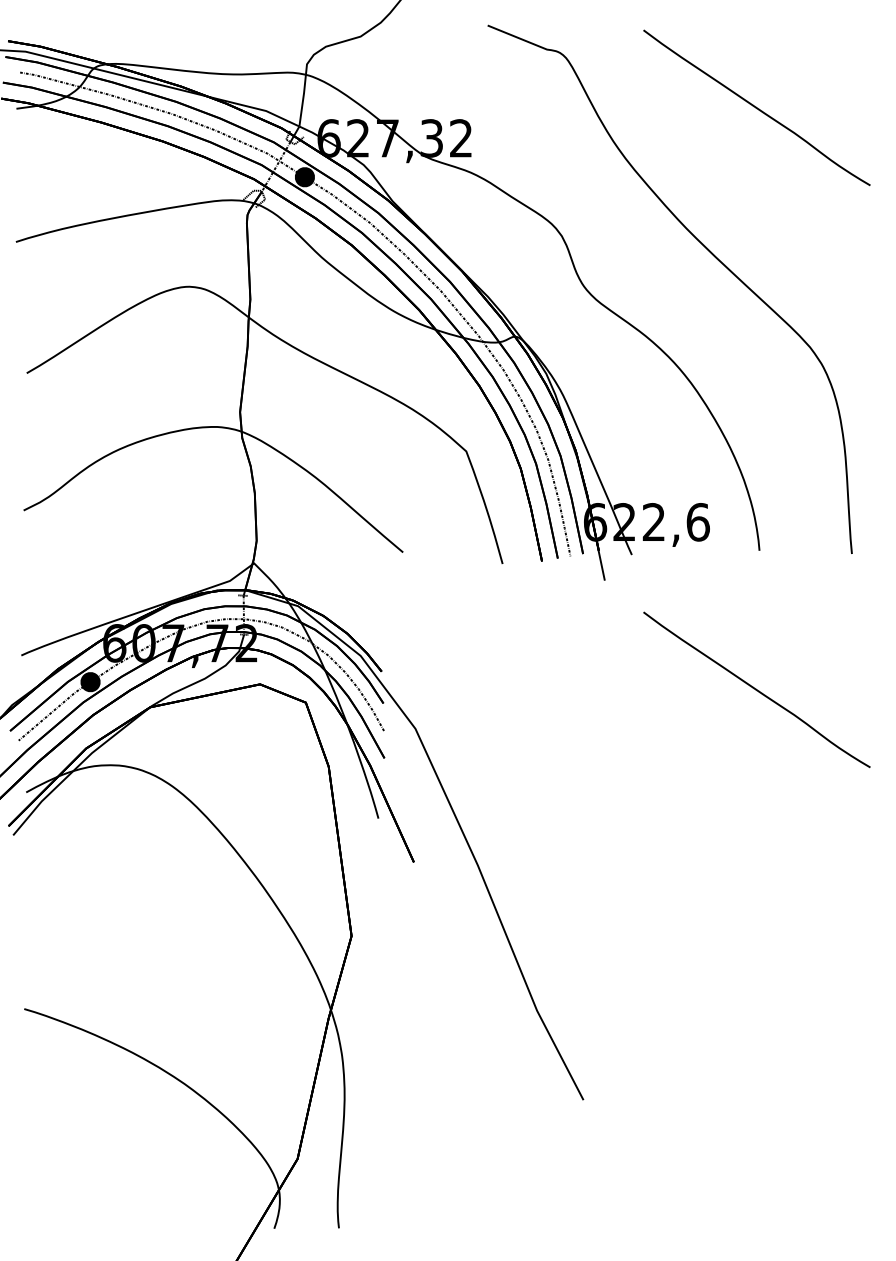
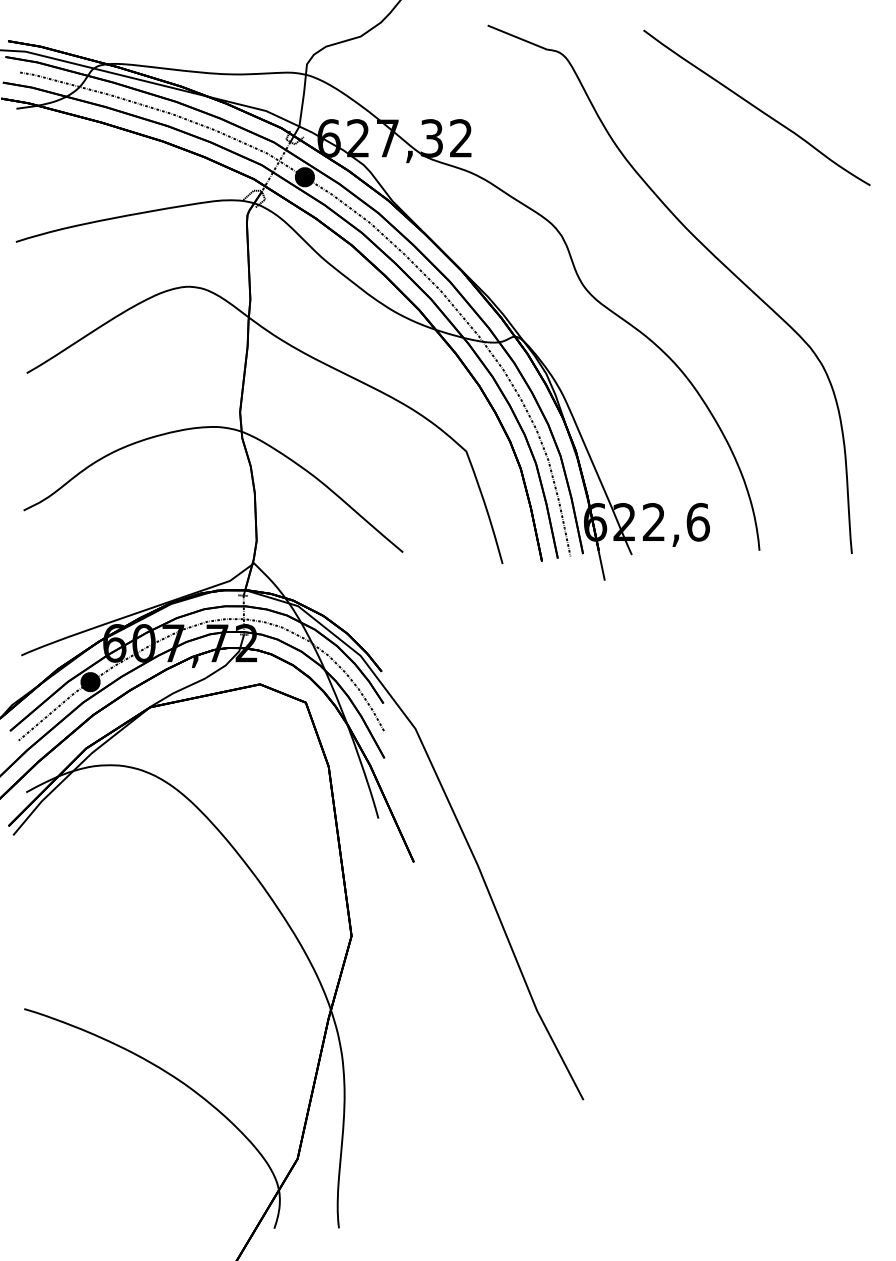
part at (756, 689): present -> none
